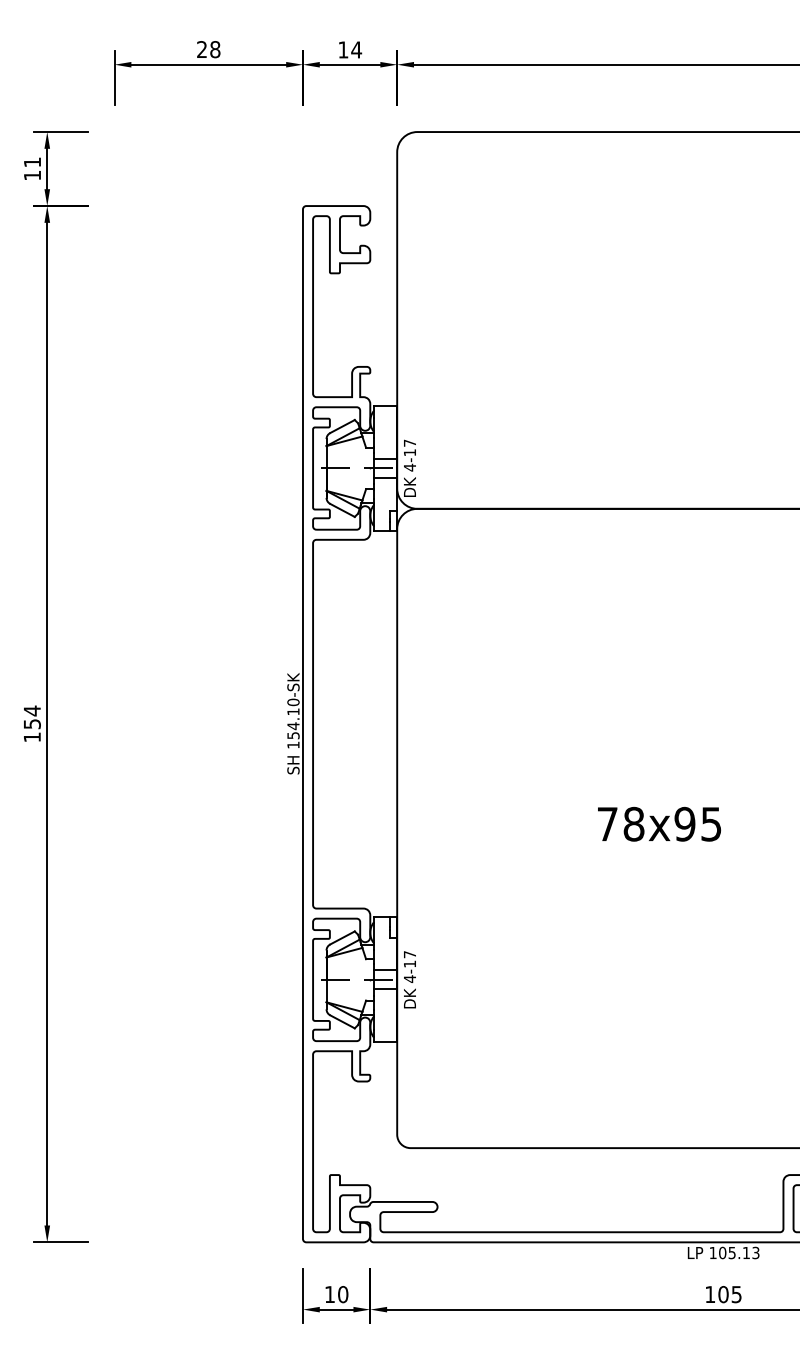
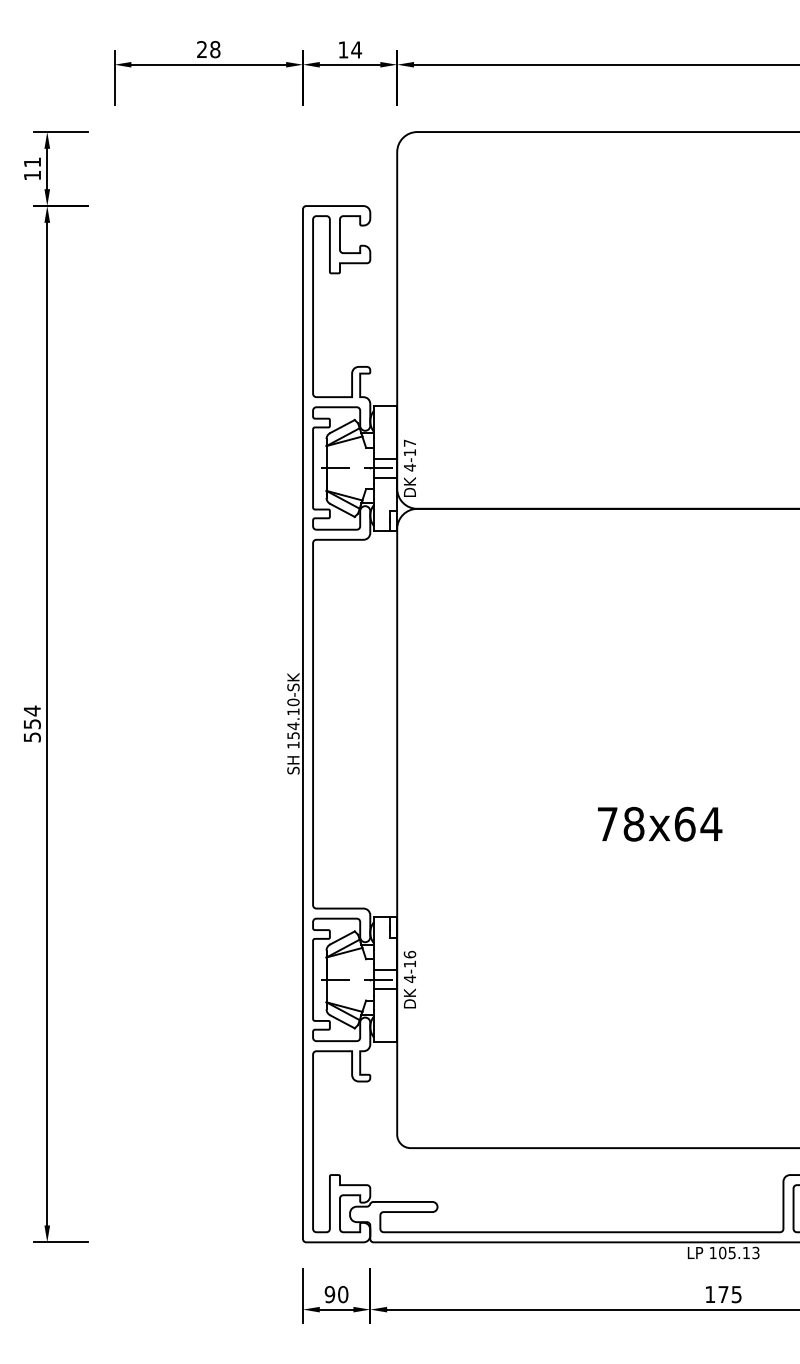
text at (32, 737): 154 -> 554
text at (698, 823): 78x95 -> 78x64
text at (409, 954): 4-17 -> 4-16
text at (329, 1294): 10 -> 90
text at (723, 1294): 105 -> 175
